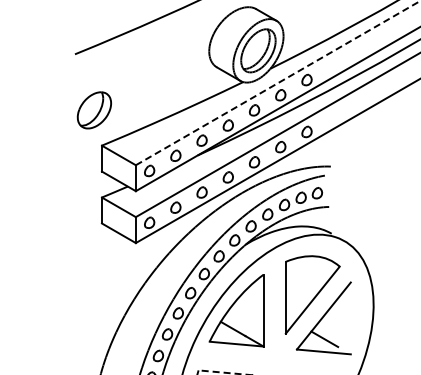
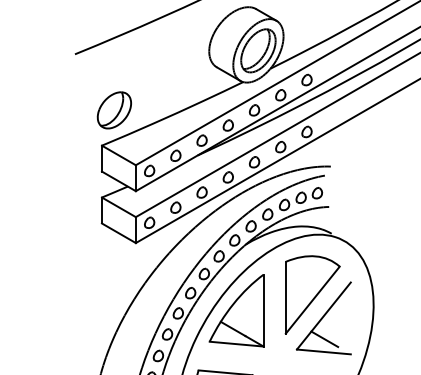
line at (278, 82): dashed -> solid
part at (93, 110) position: (93, 110) -> (113, 110)
line at (224, 372): dashed -> solid
